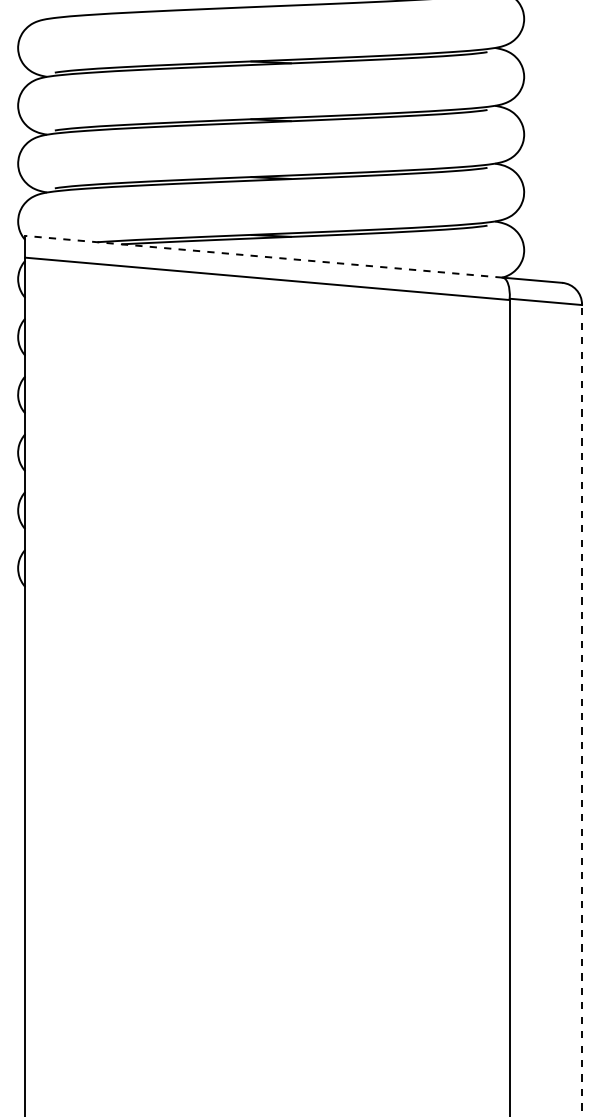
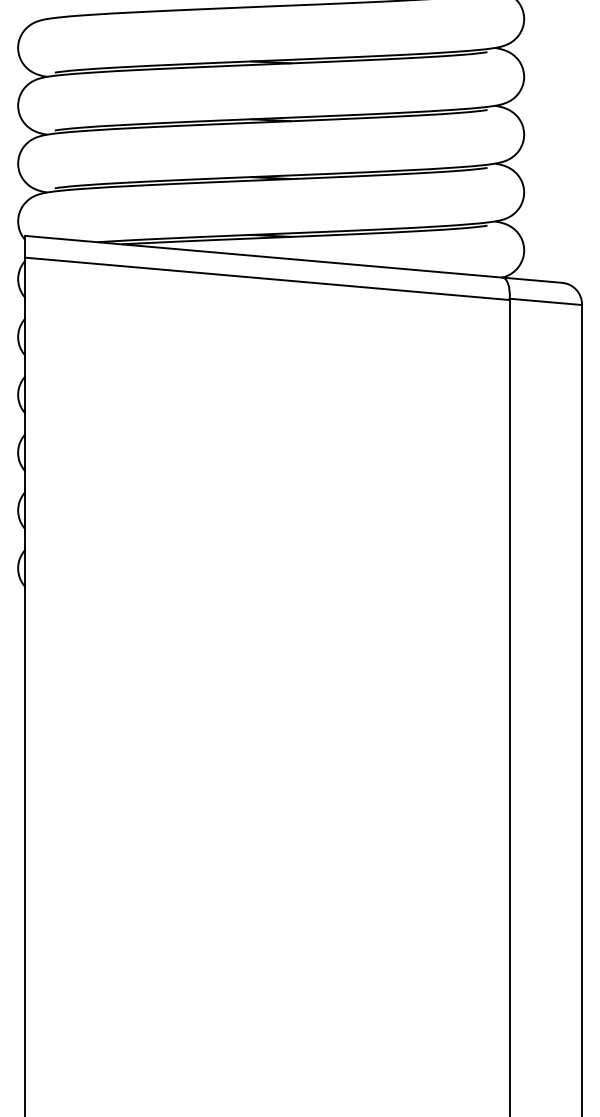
line at (263, 256): dashed -> solid
line at (582, 710): dashed -> solid
